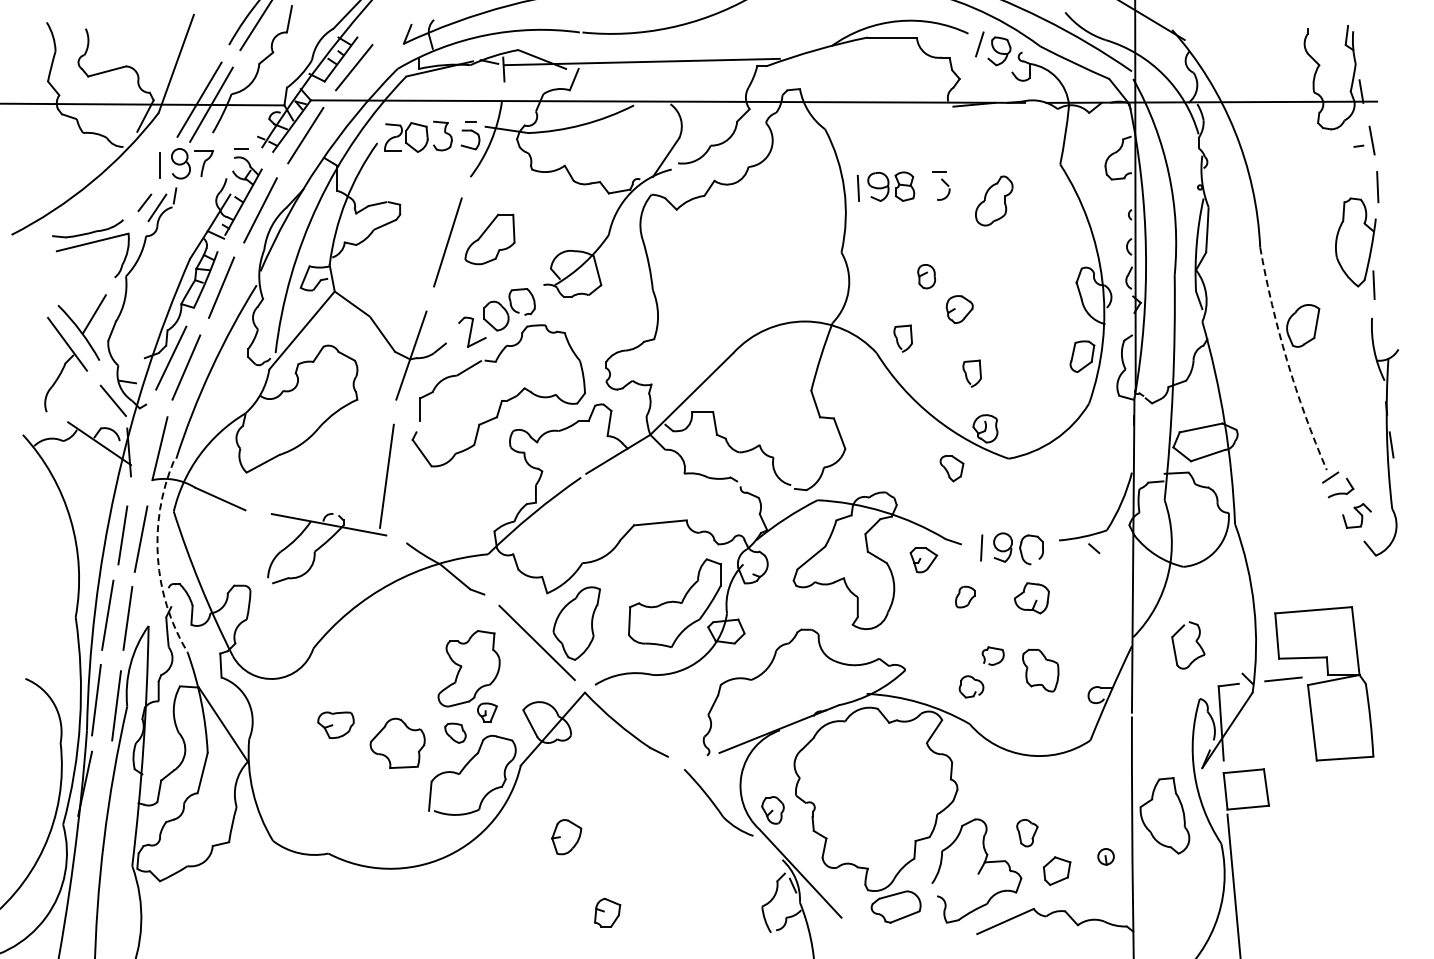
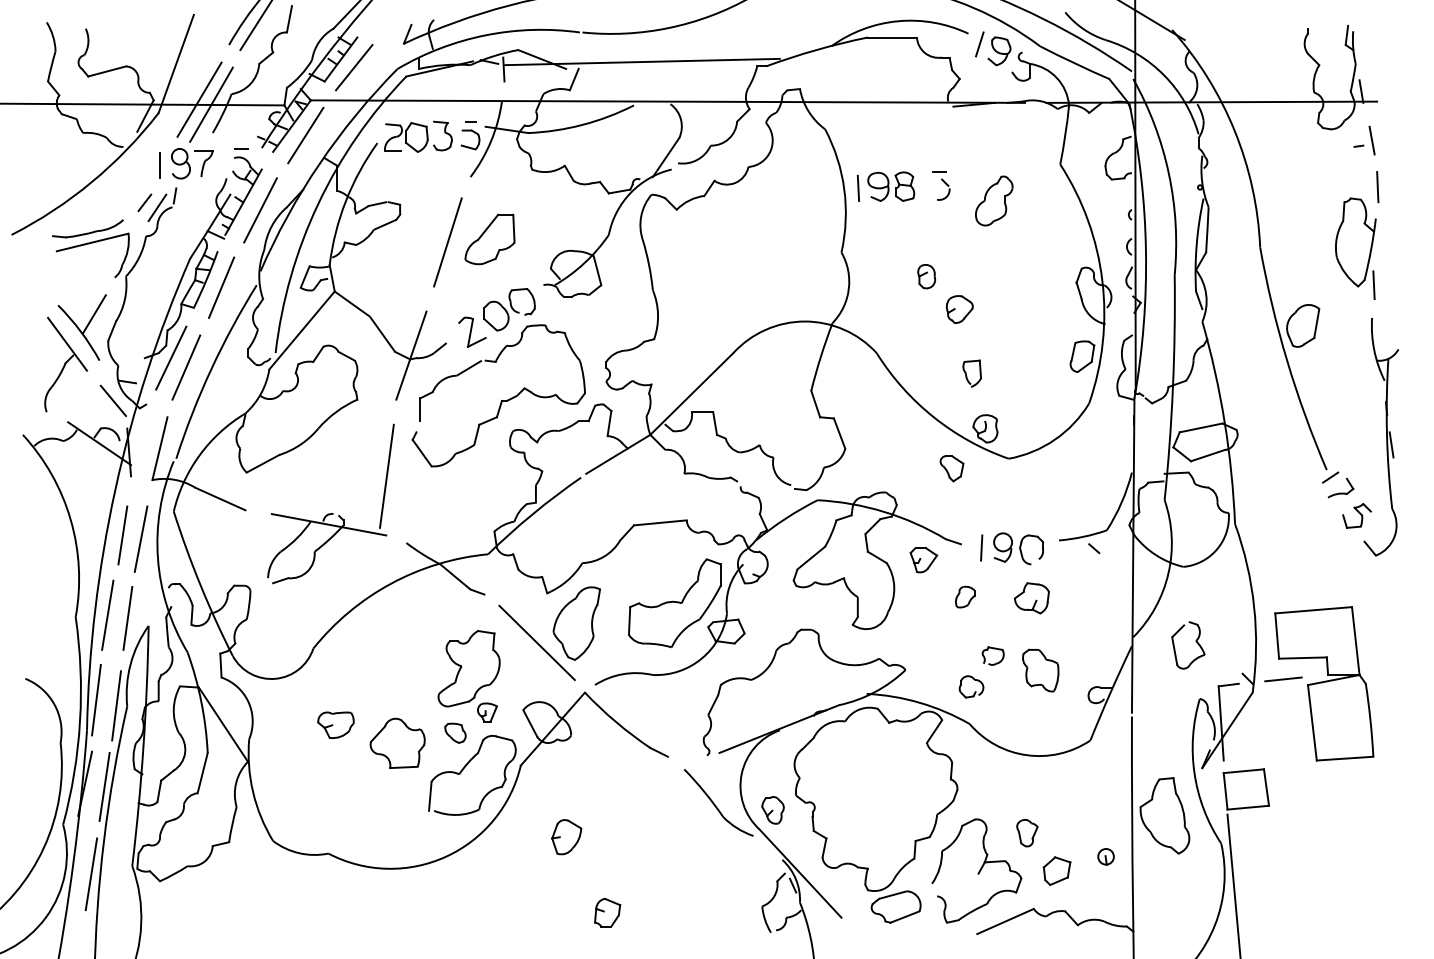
part at (902, 338): present -> none
arc at (1287, 360): dashed -> solid
arc at (157, 558): dashed -> solid
line at (104, 786): none -> present
line at (91, 874): none -> present
